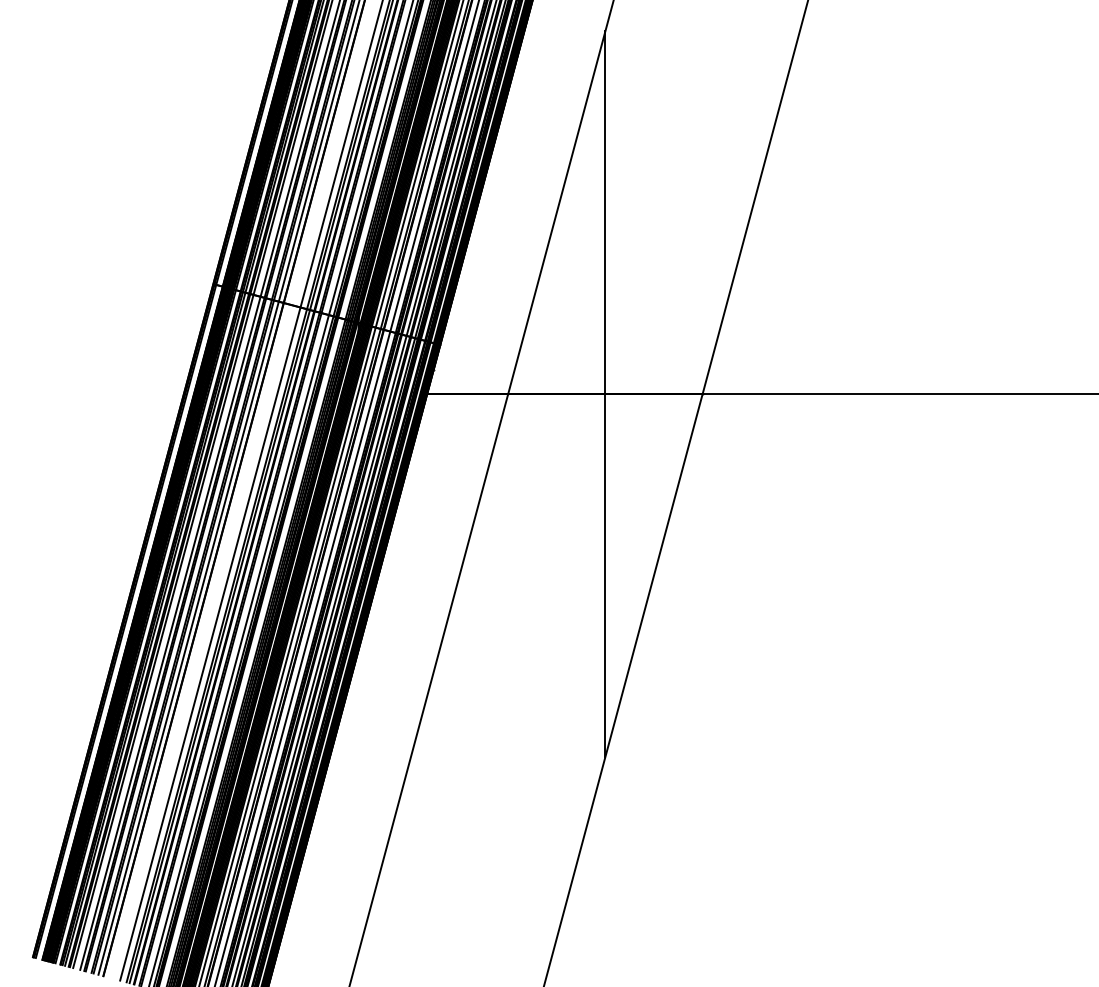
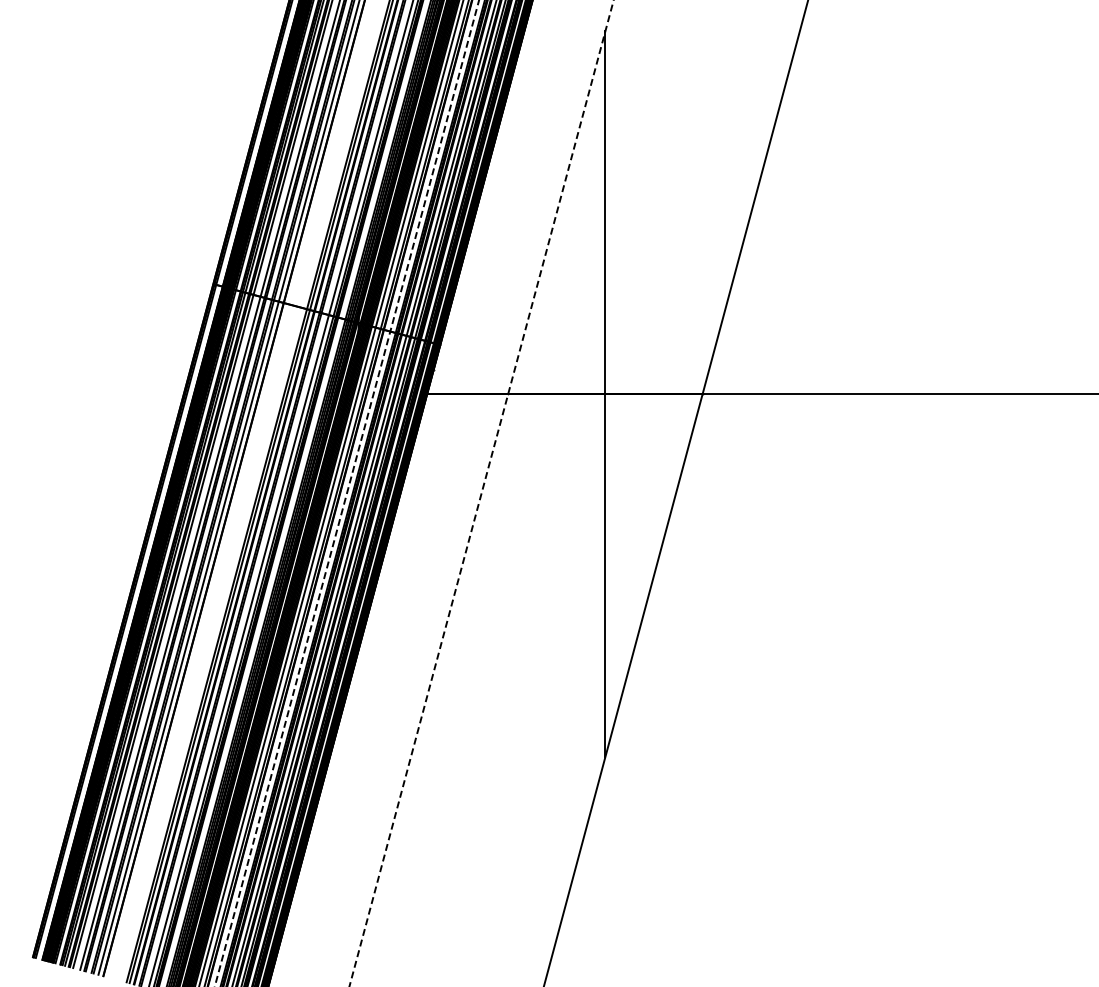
line at (251, 491): present -> none
line at (346, 493): solid -> dashed
line at (481, 494): solid -> dashed
